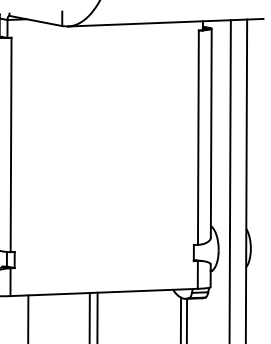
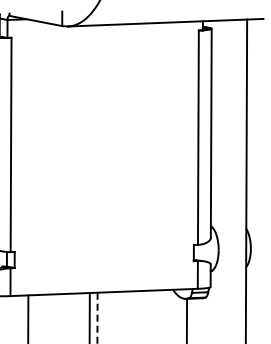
line at (229, 180): present -> none
line at (97, 318): solid -> dashed
line at (180, 318): present -> none
